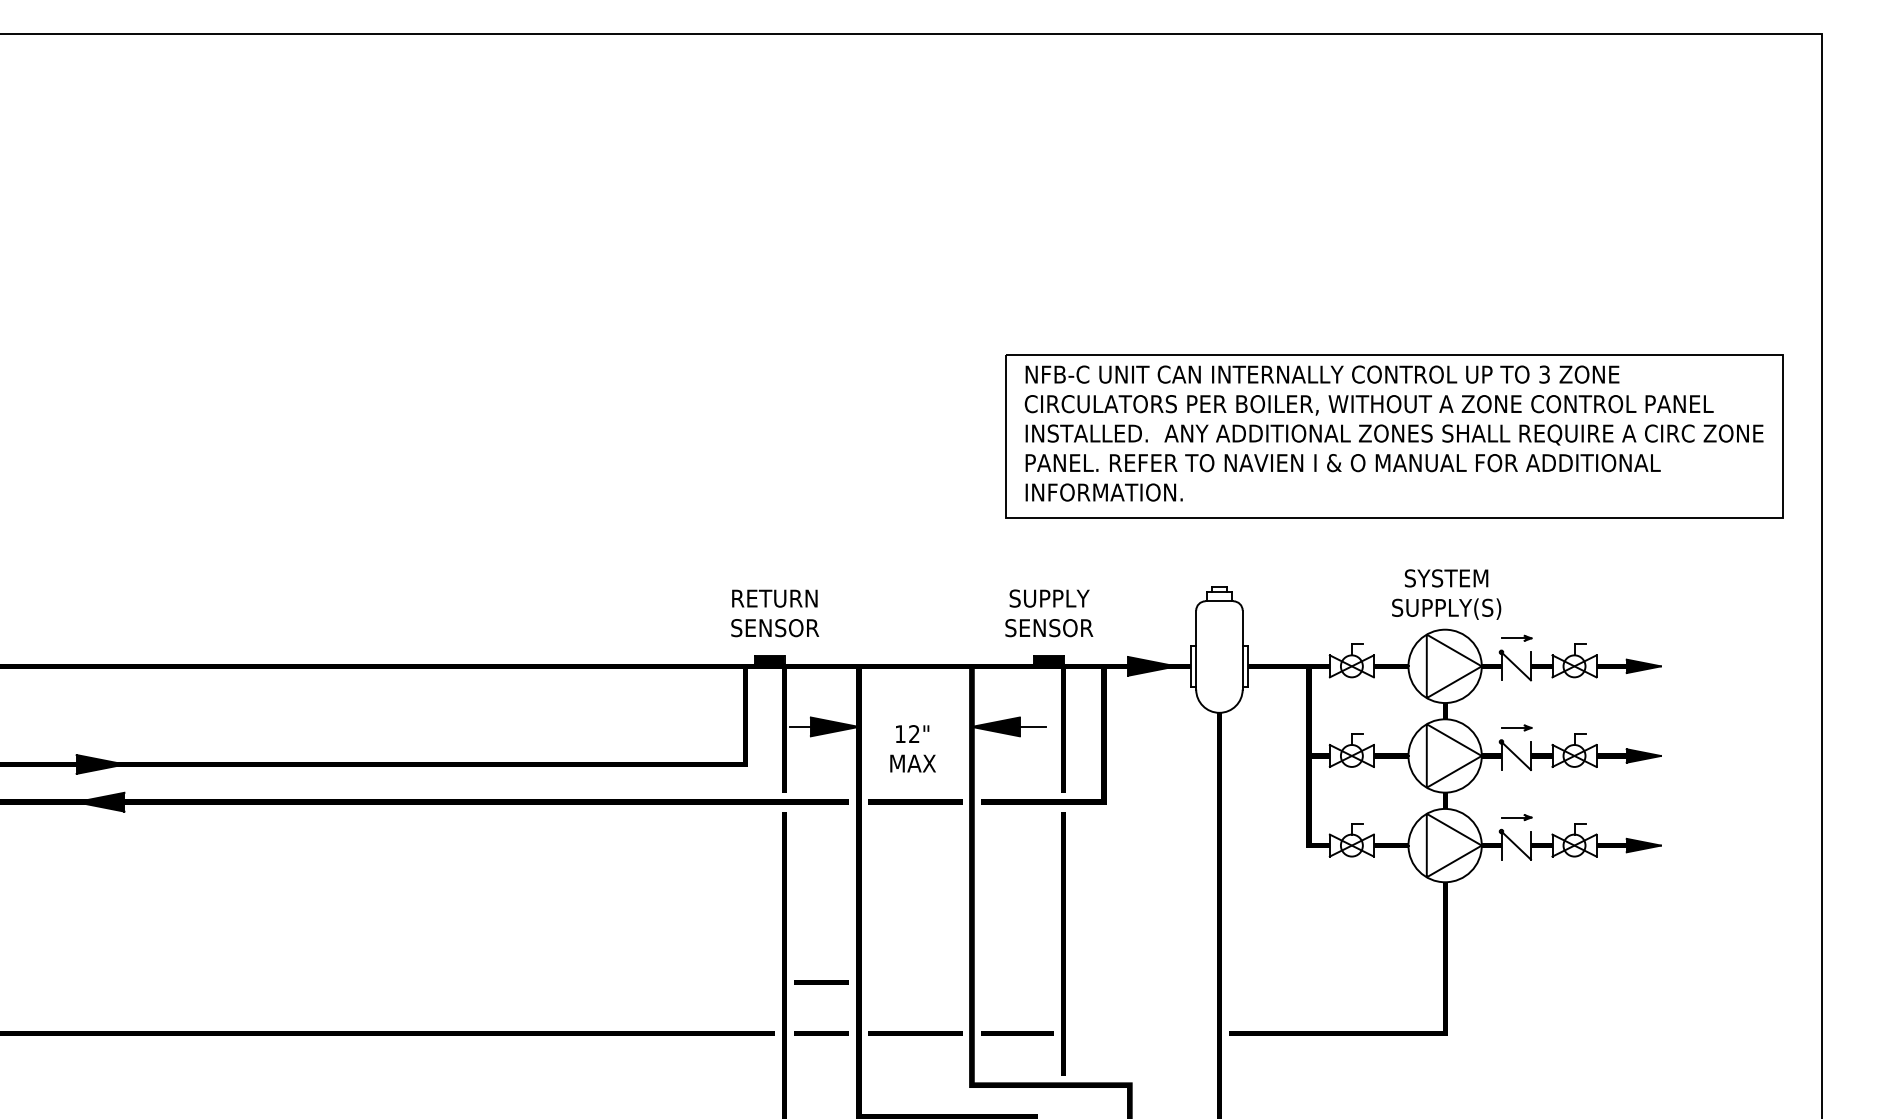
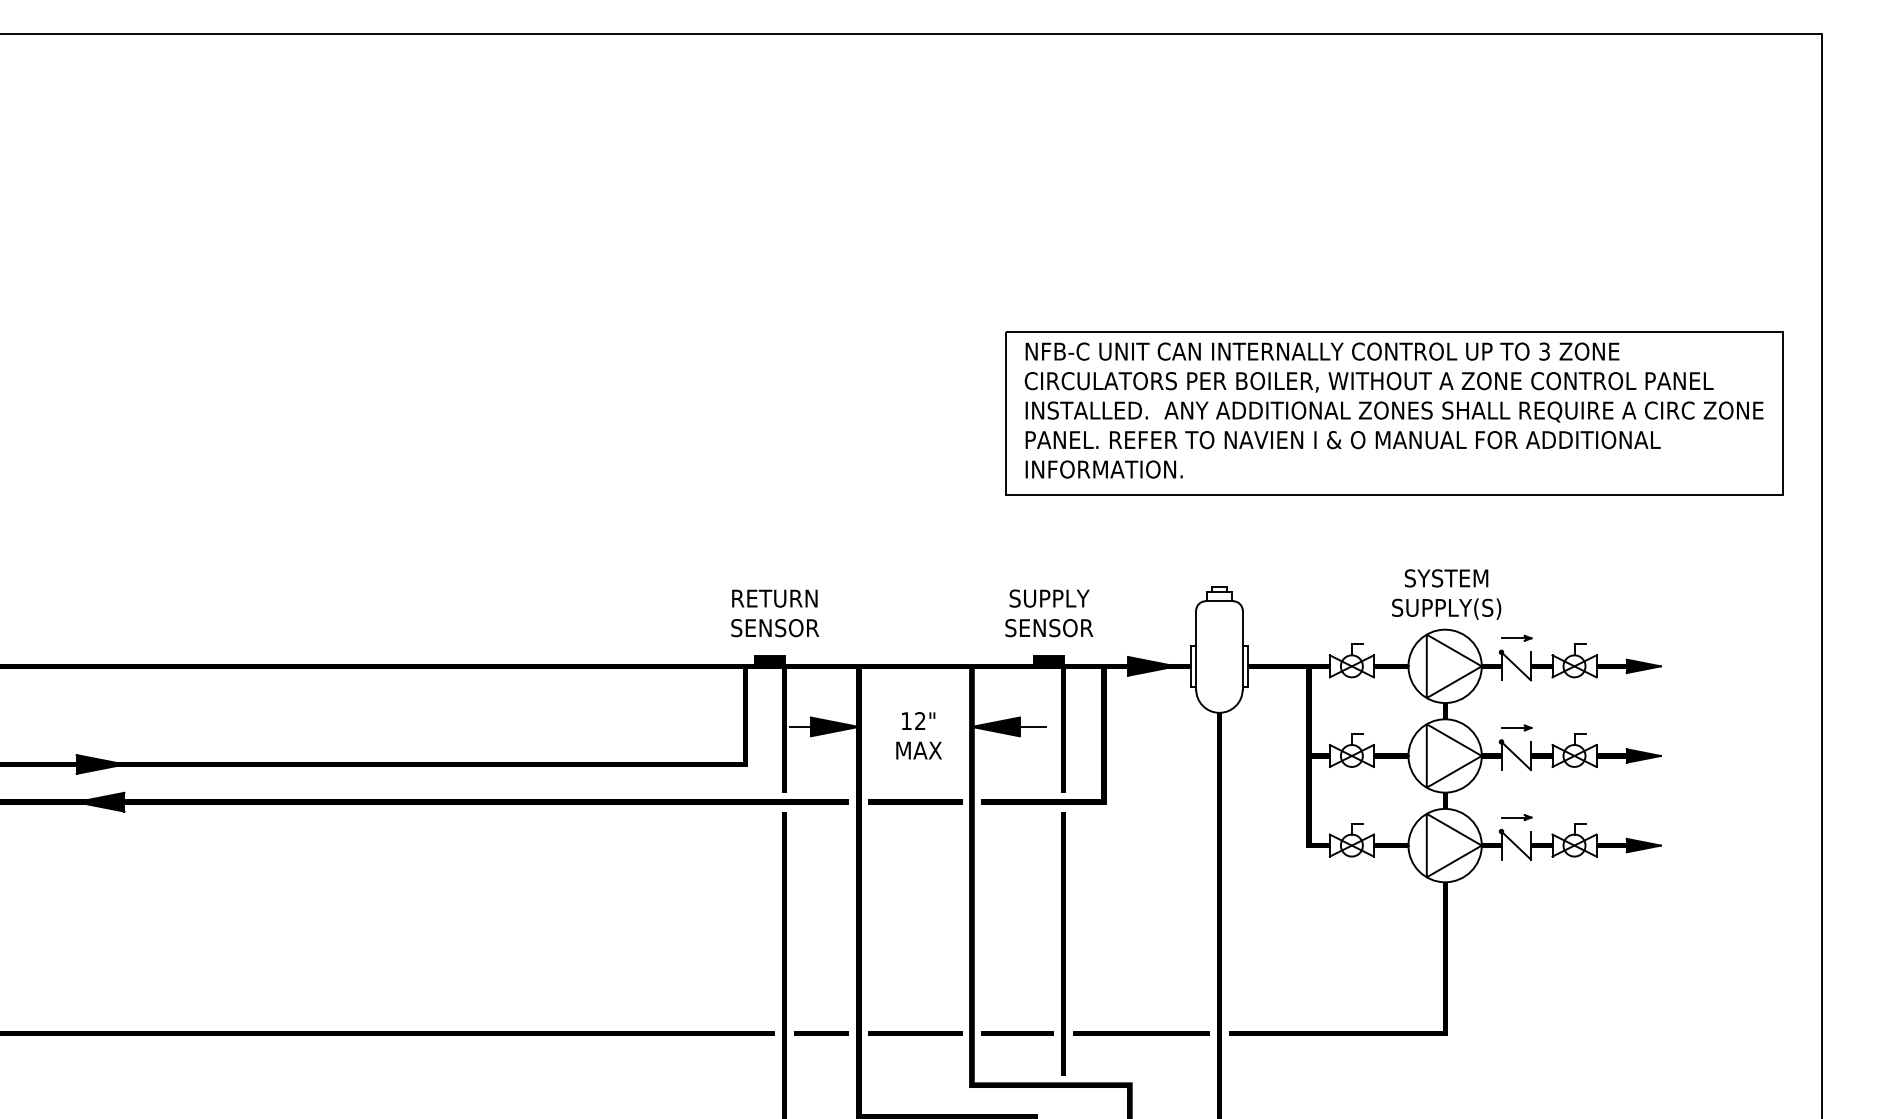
part at (1394, 436) position: (1394, 436) -> (1394, 413)
text at (912, 748) position: (912, 748) -> (918, 735)
line at (821, 982): present -> none
line at (1141, 1033): none -> present
